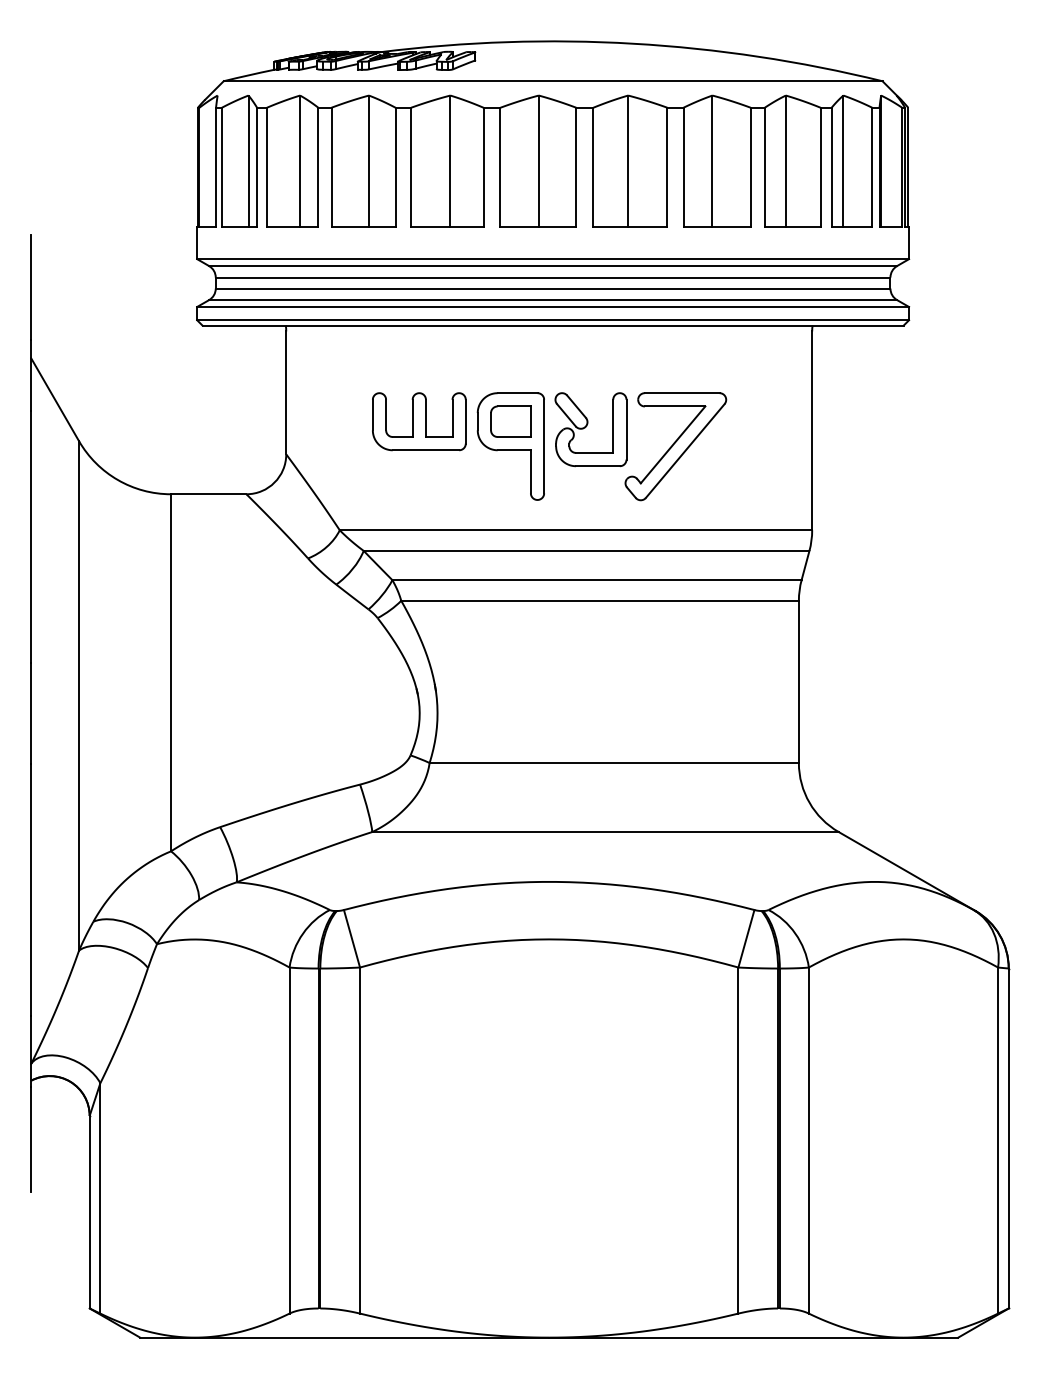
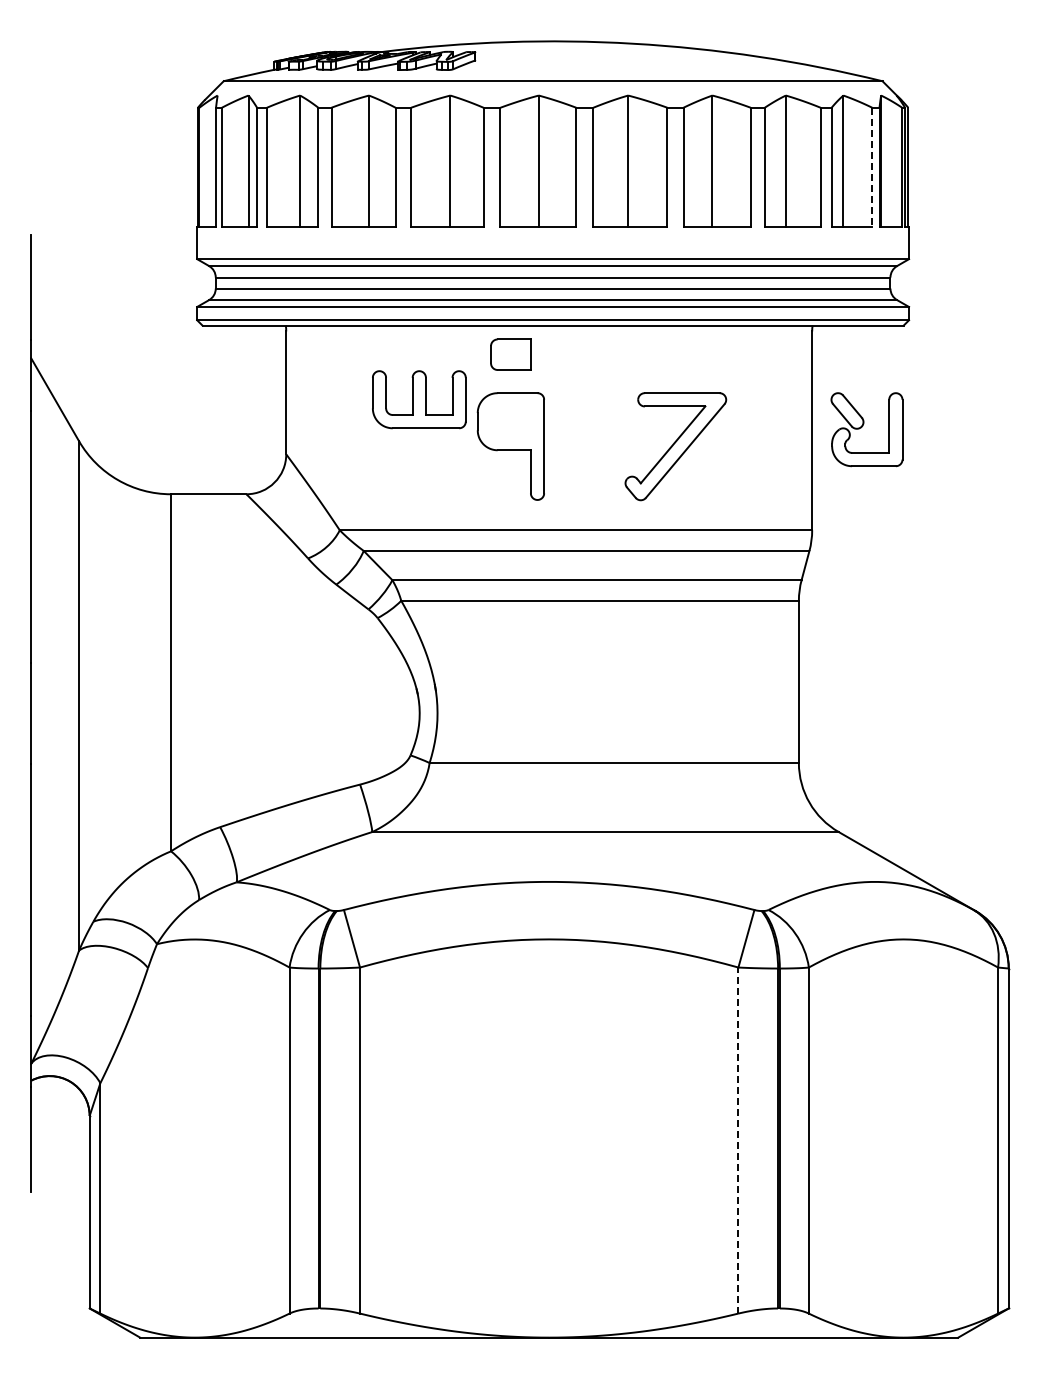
line at (872, 167): solid -> dashed
part at (419, 421) position: (419, 421) -> (419, 399)
part at (510, 421) position: (510, 421) -> (510, 354)
part at (590, 429) position: (590, 429) -> (866, 429)
line at (738, 1140): solid -> dashed
